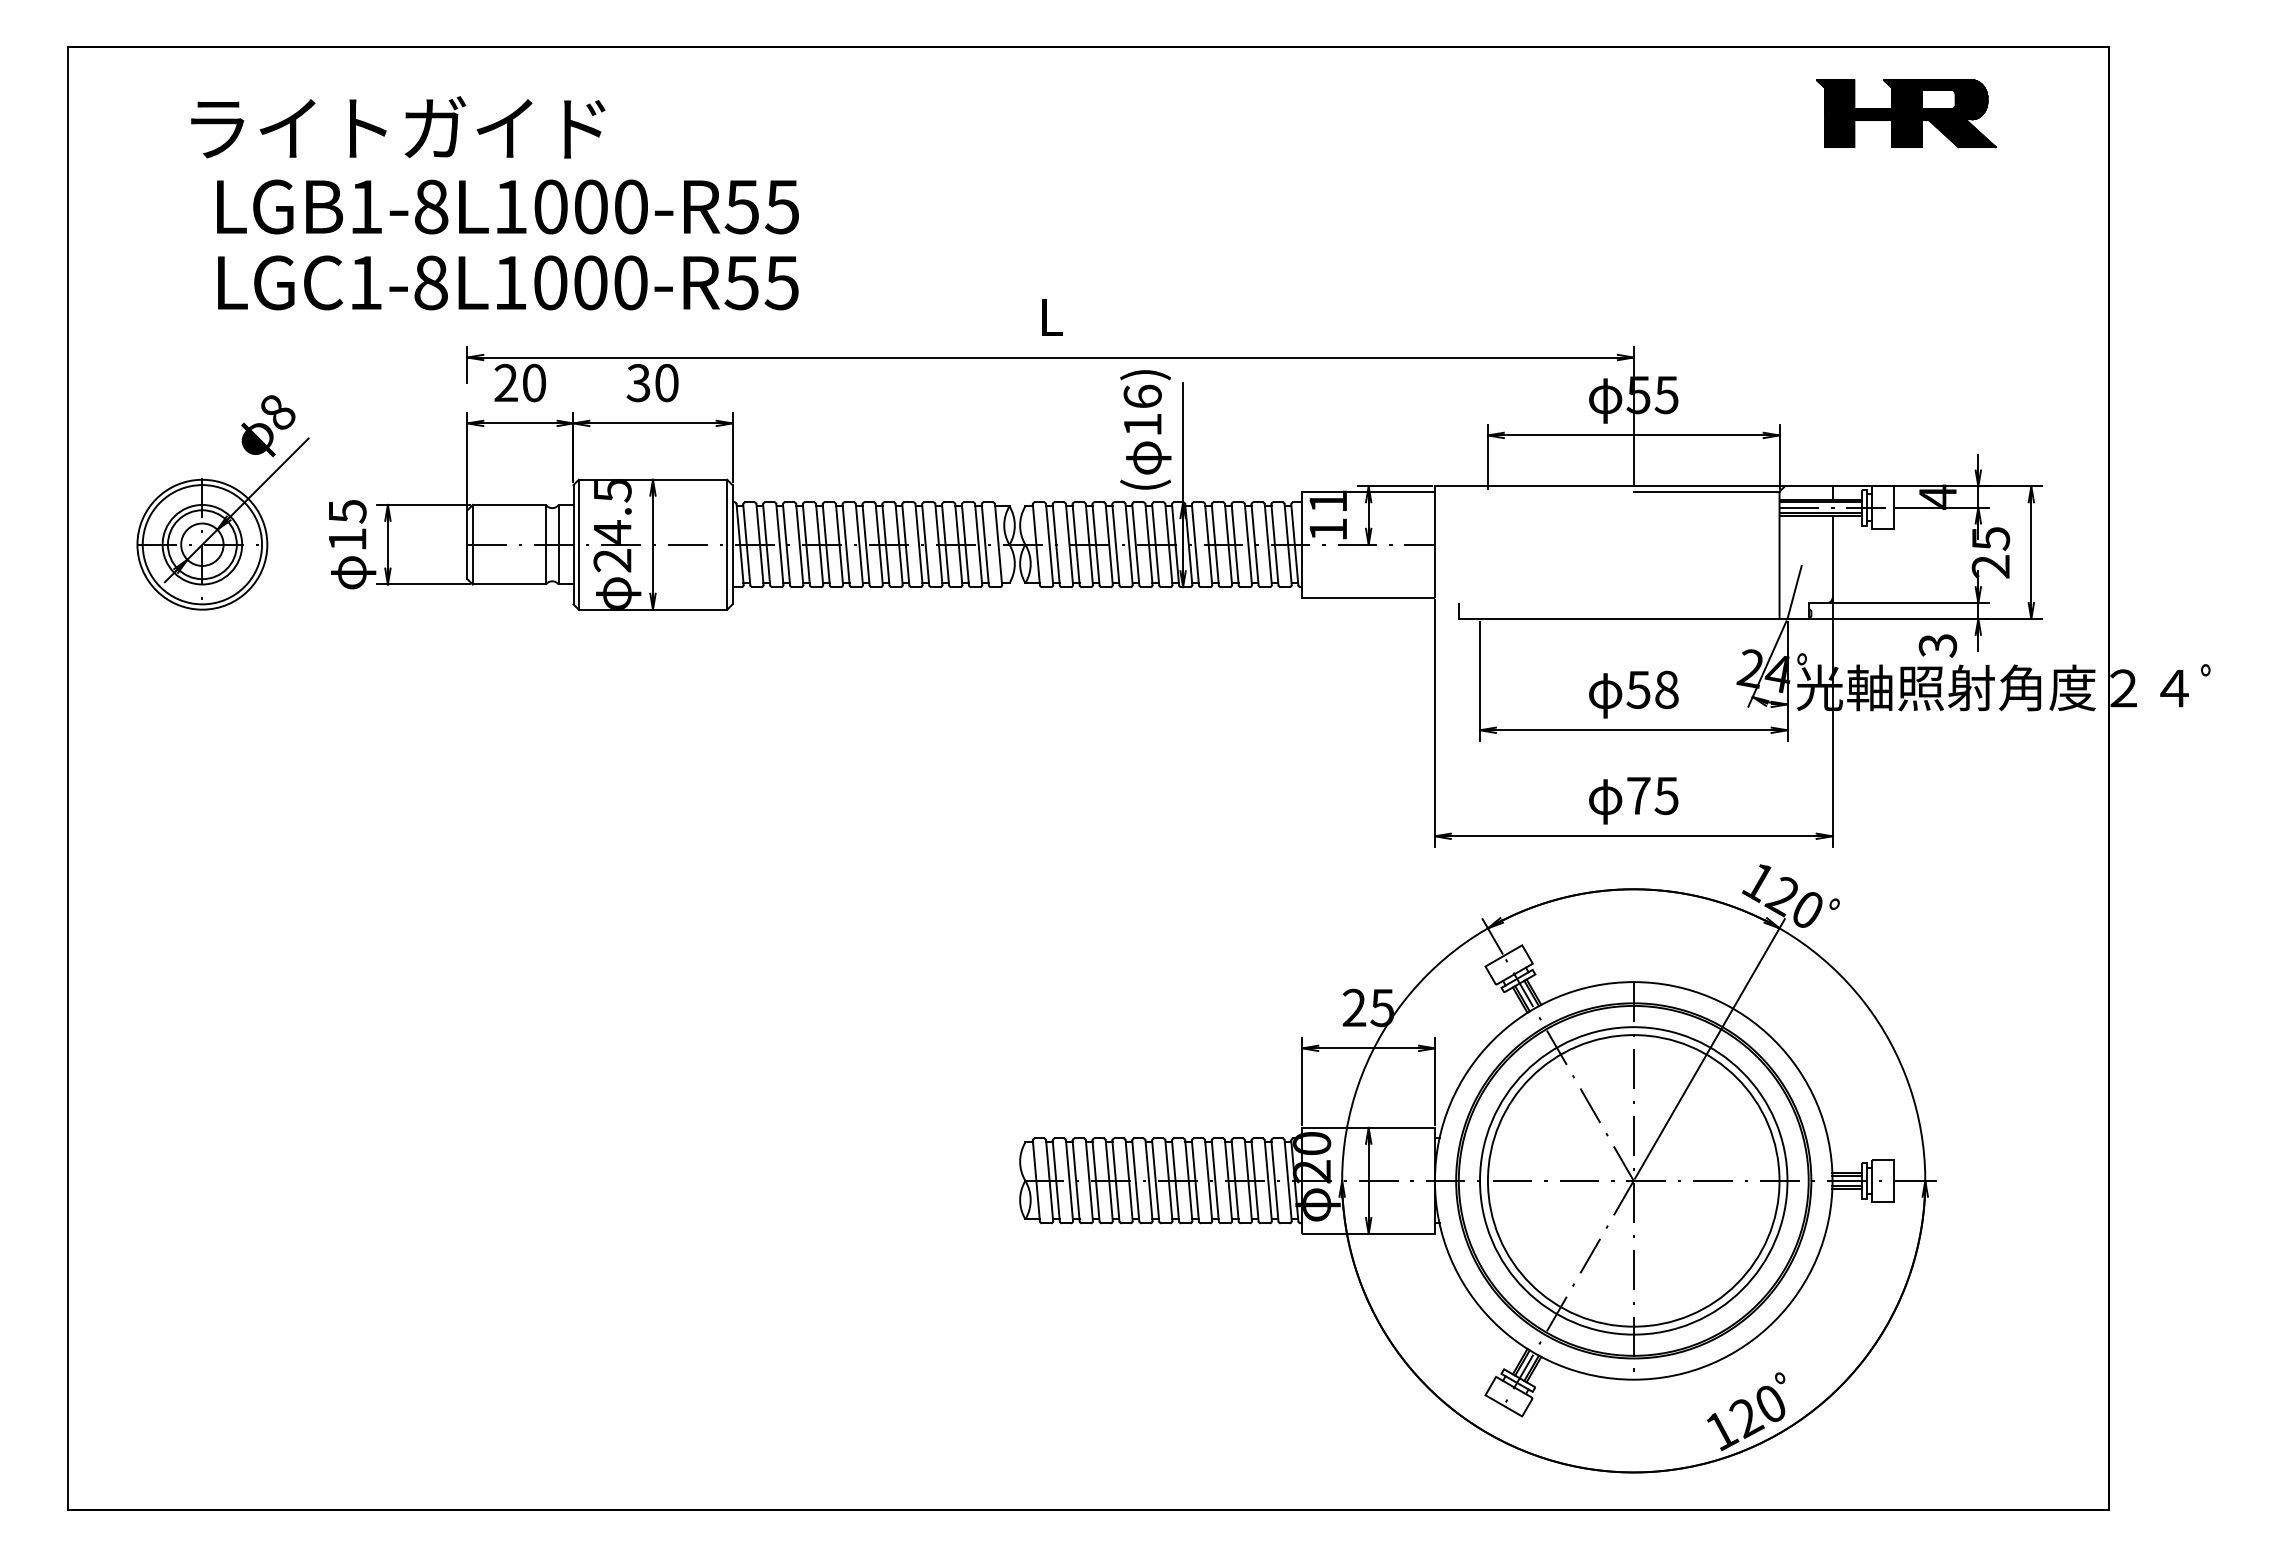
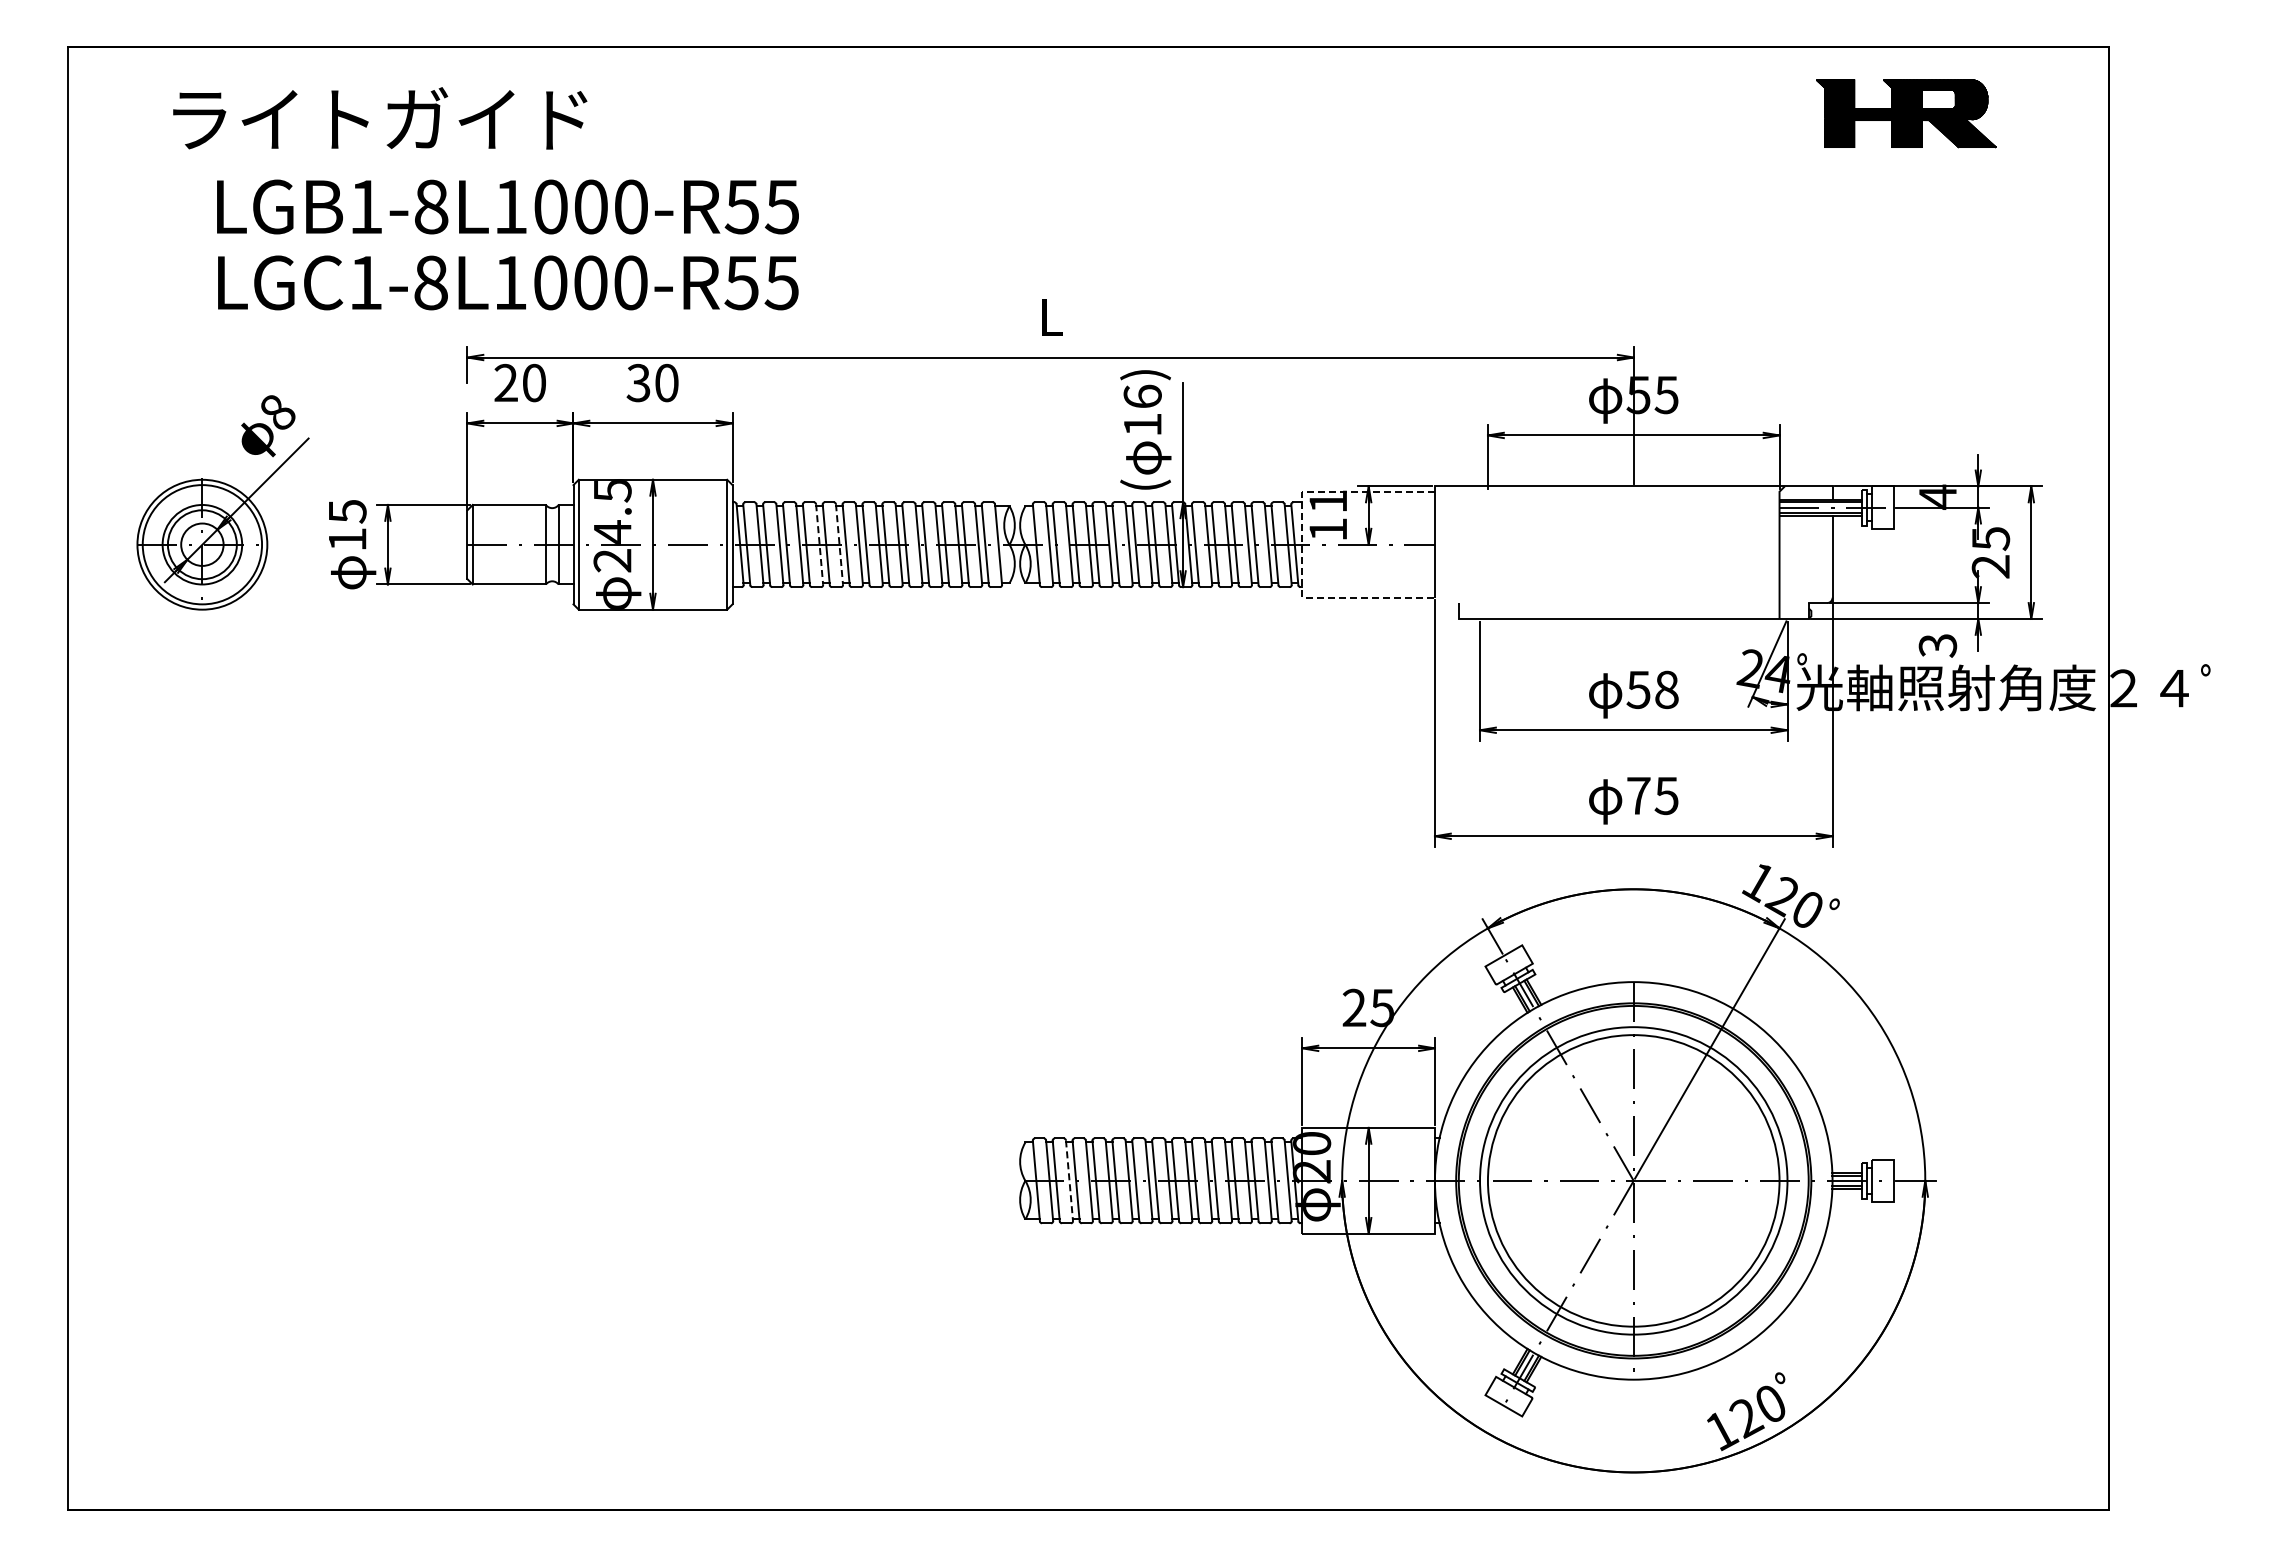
text at (398, 127) position: (398, 127) -> (380, 118)
line at (1706, 491): present -> none
line at (819, 545): solid -> dashed
line at (839, 545): solid -> dashed
line at (1302, 545): solid -> dashed
line at (1794, 591): present -> none
line at (1069, 1181): solid -> dashed
